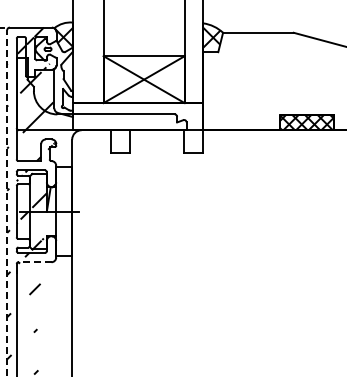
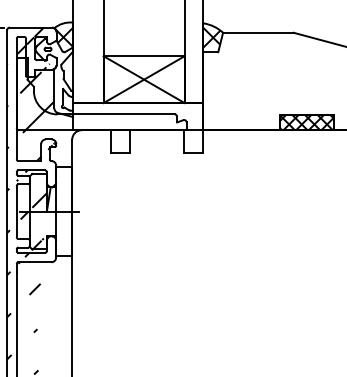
line at (7, 203): dashed -> solid
line at (34, 262): dashed -> solid
